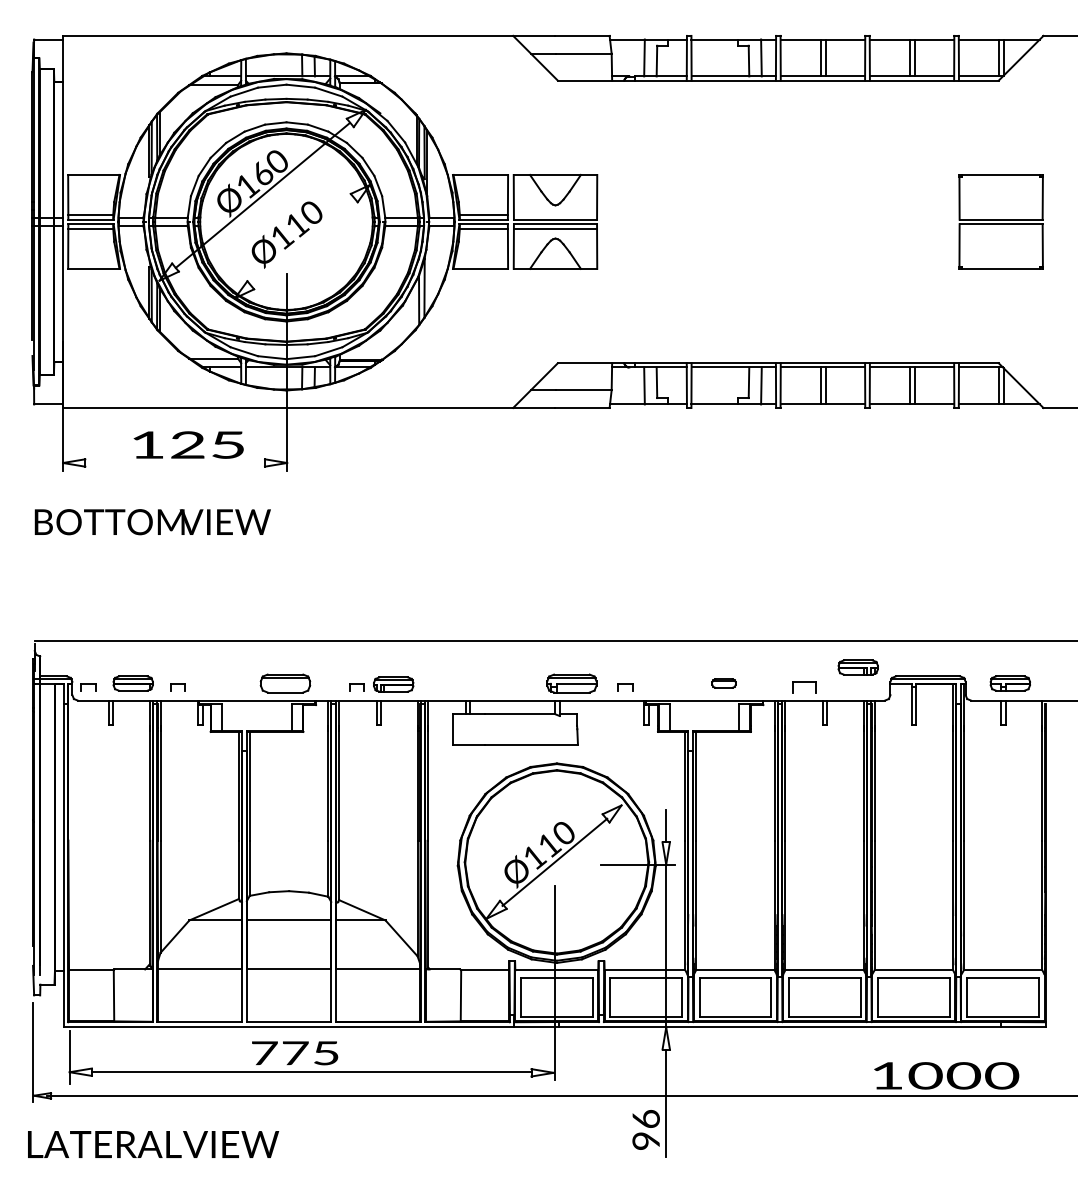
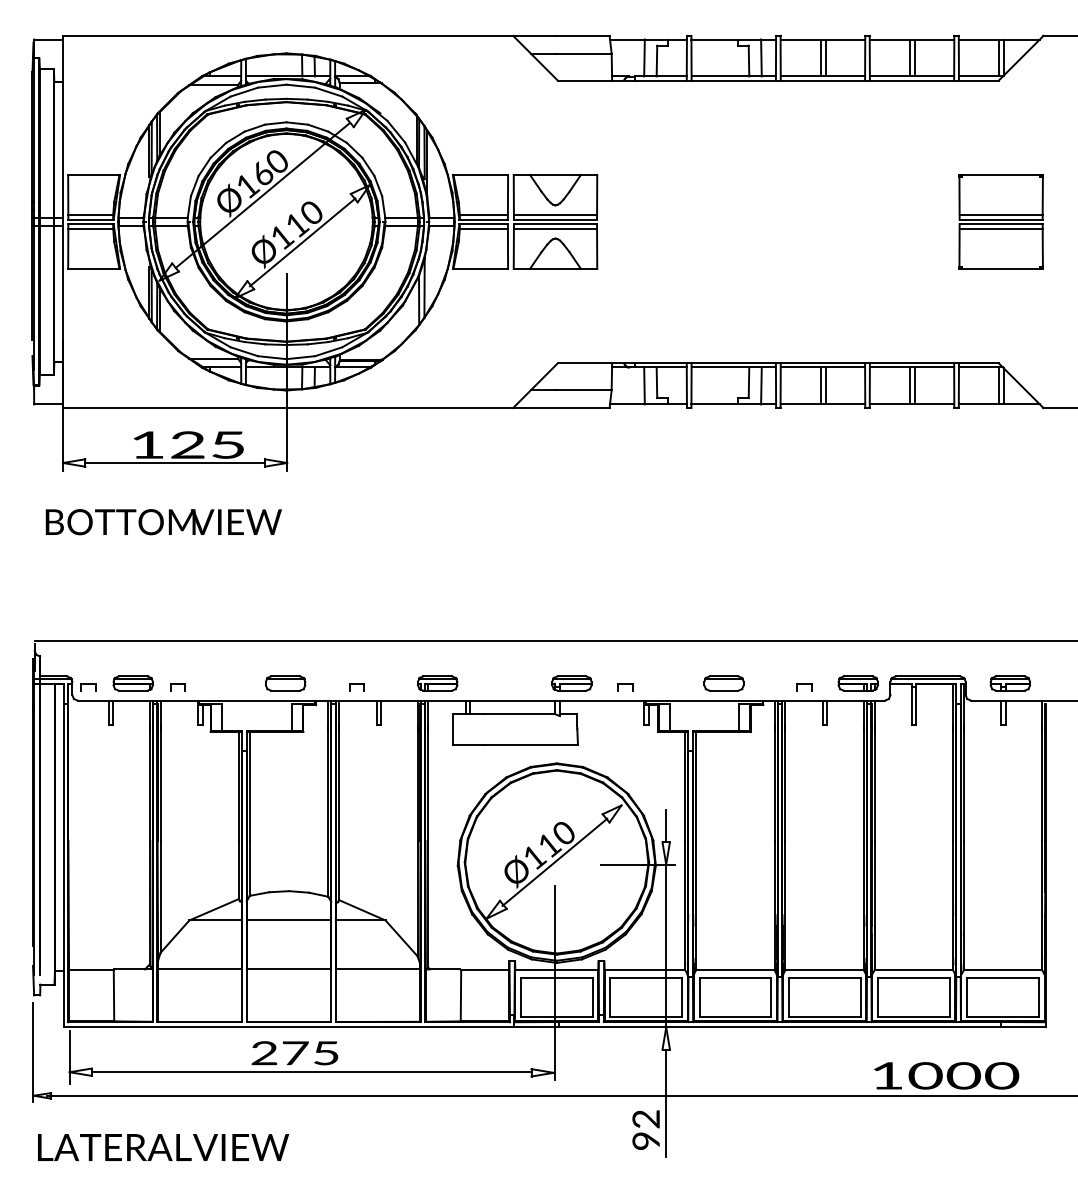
line at (555, 214): none -> present
line at (1000, 214): none -> present
line at (1000, 229): none -> present
line at (302, 242): none -> present
line at (174, 463): none -> present
text at (152, 522) position: (152, 522) -> (163, 522)
part at (857, 667) position: (857, 667) -> (857, 683)
part at (285, 683) size: 53x21 px -> 42x17 px
part at (571, 683) size: 52x21 px -> 42x17 px
part at (723, 683) size: 26x11 px -> 42x17 px
part at (393, 684) position: (393, 684) -> (437, 683)
part at (804, 687) size: 25x13 px -> 17x9 px
text at (264, 1053): 775 -> 275
text at (645, 1119): 96 -> 92
text at (153, 1144) position: (153, 1144) -> (163, 1147)
